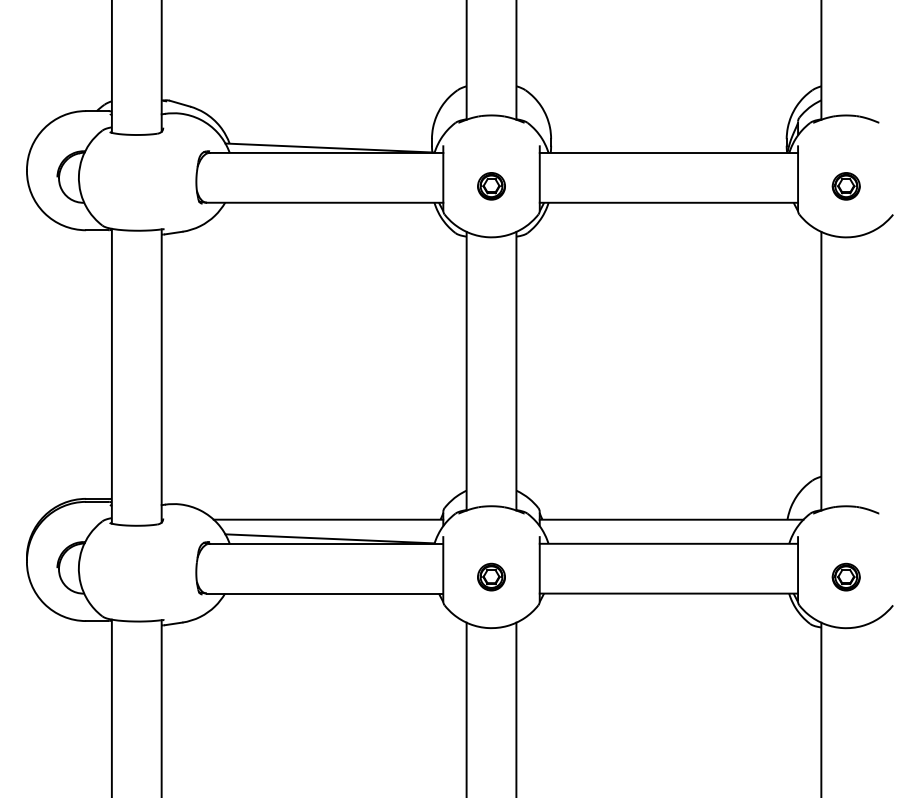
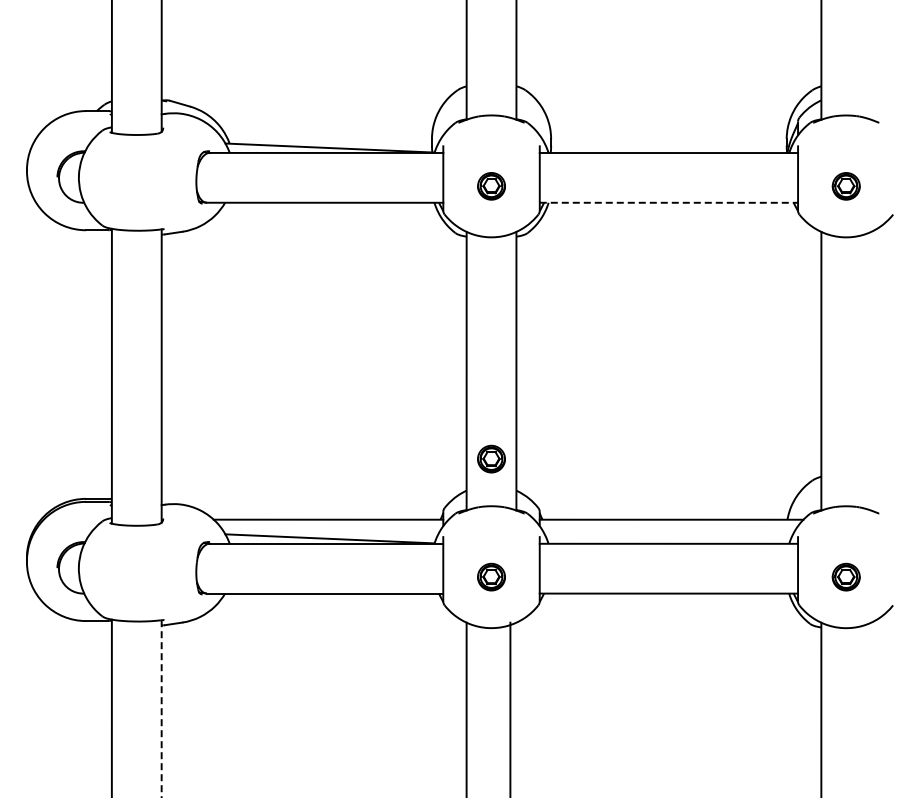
line at (669, 202): solid -> dashed
part at (491, 458): none -> present
line at (161, 708): solid -> dashed
line at (516, 708) position: (516, 708) -> (510, 708)
